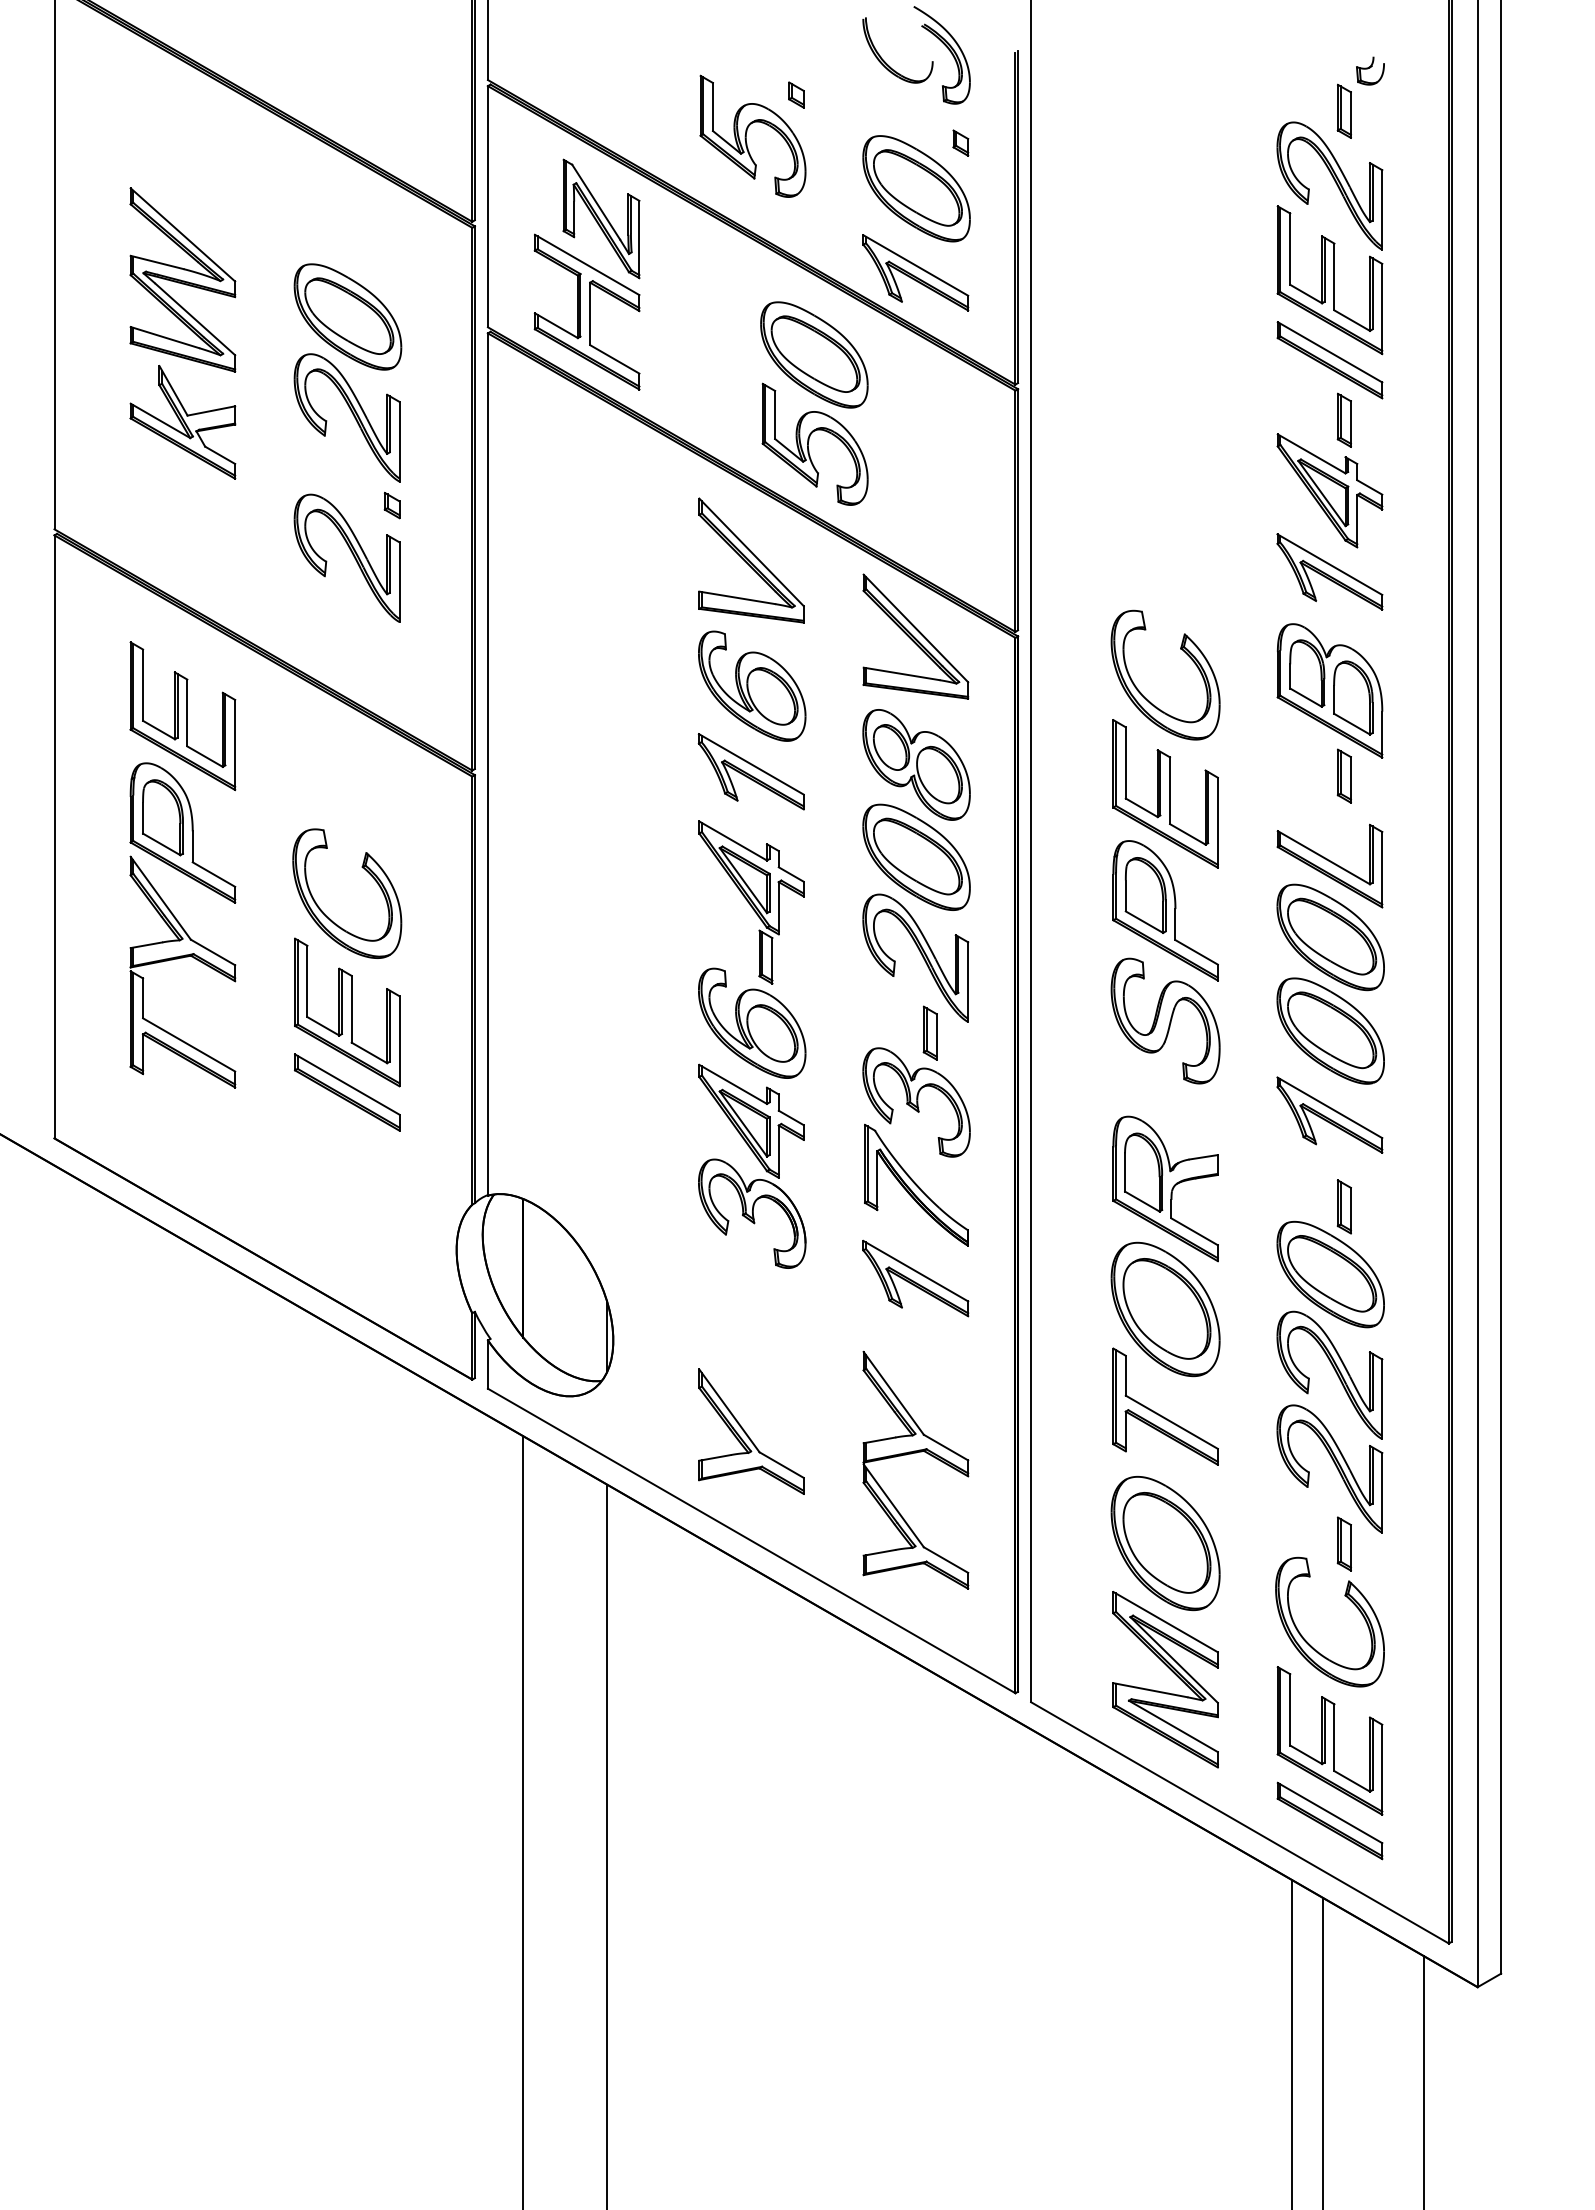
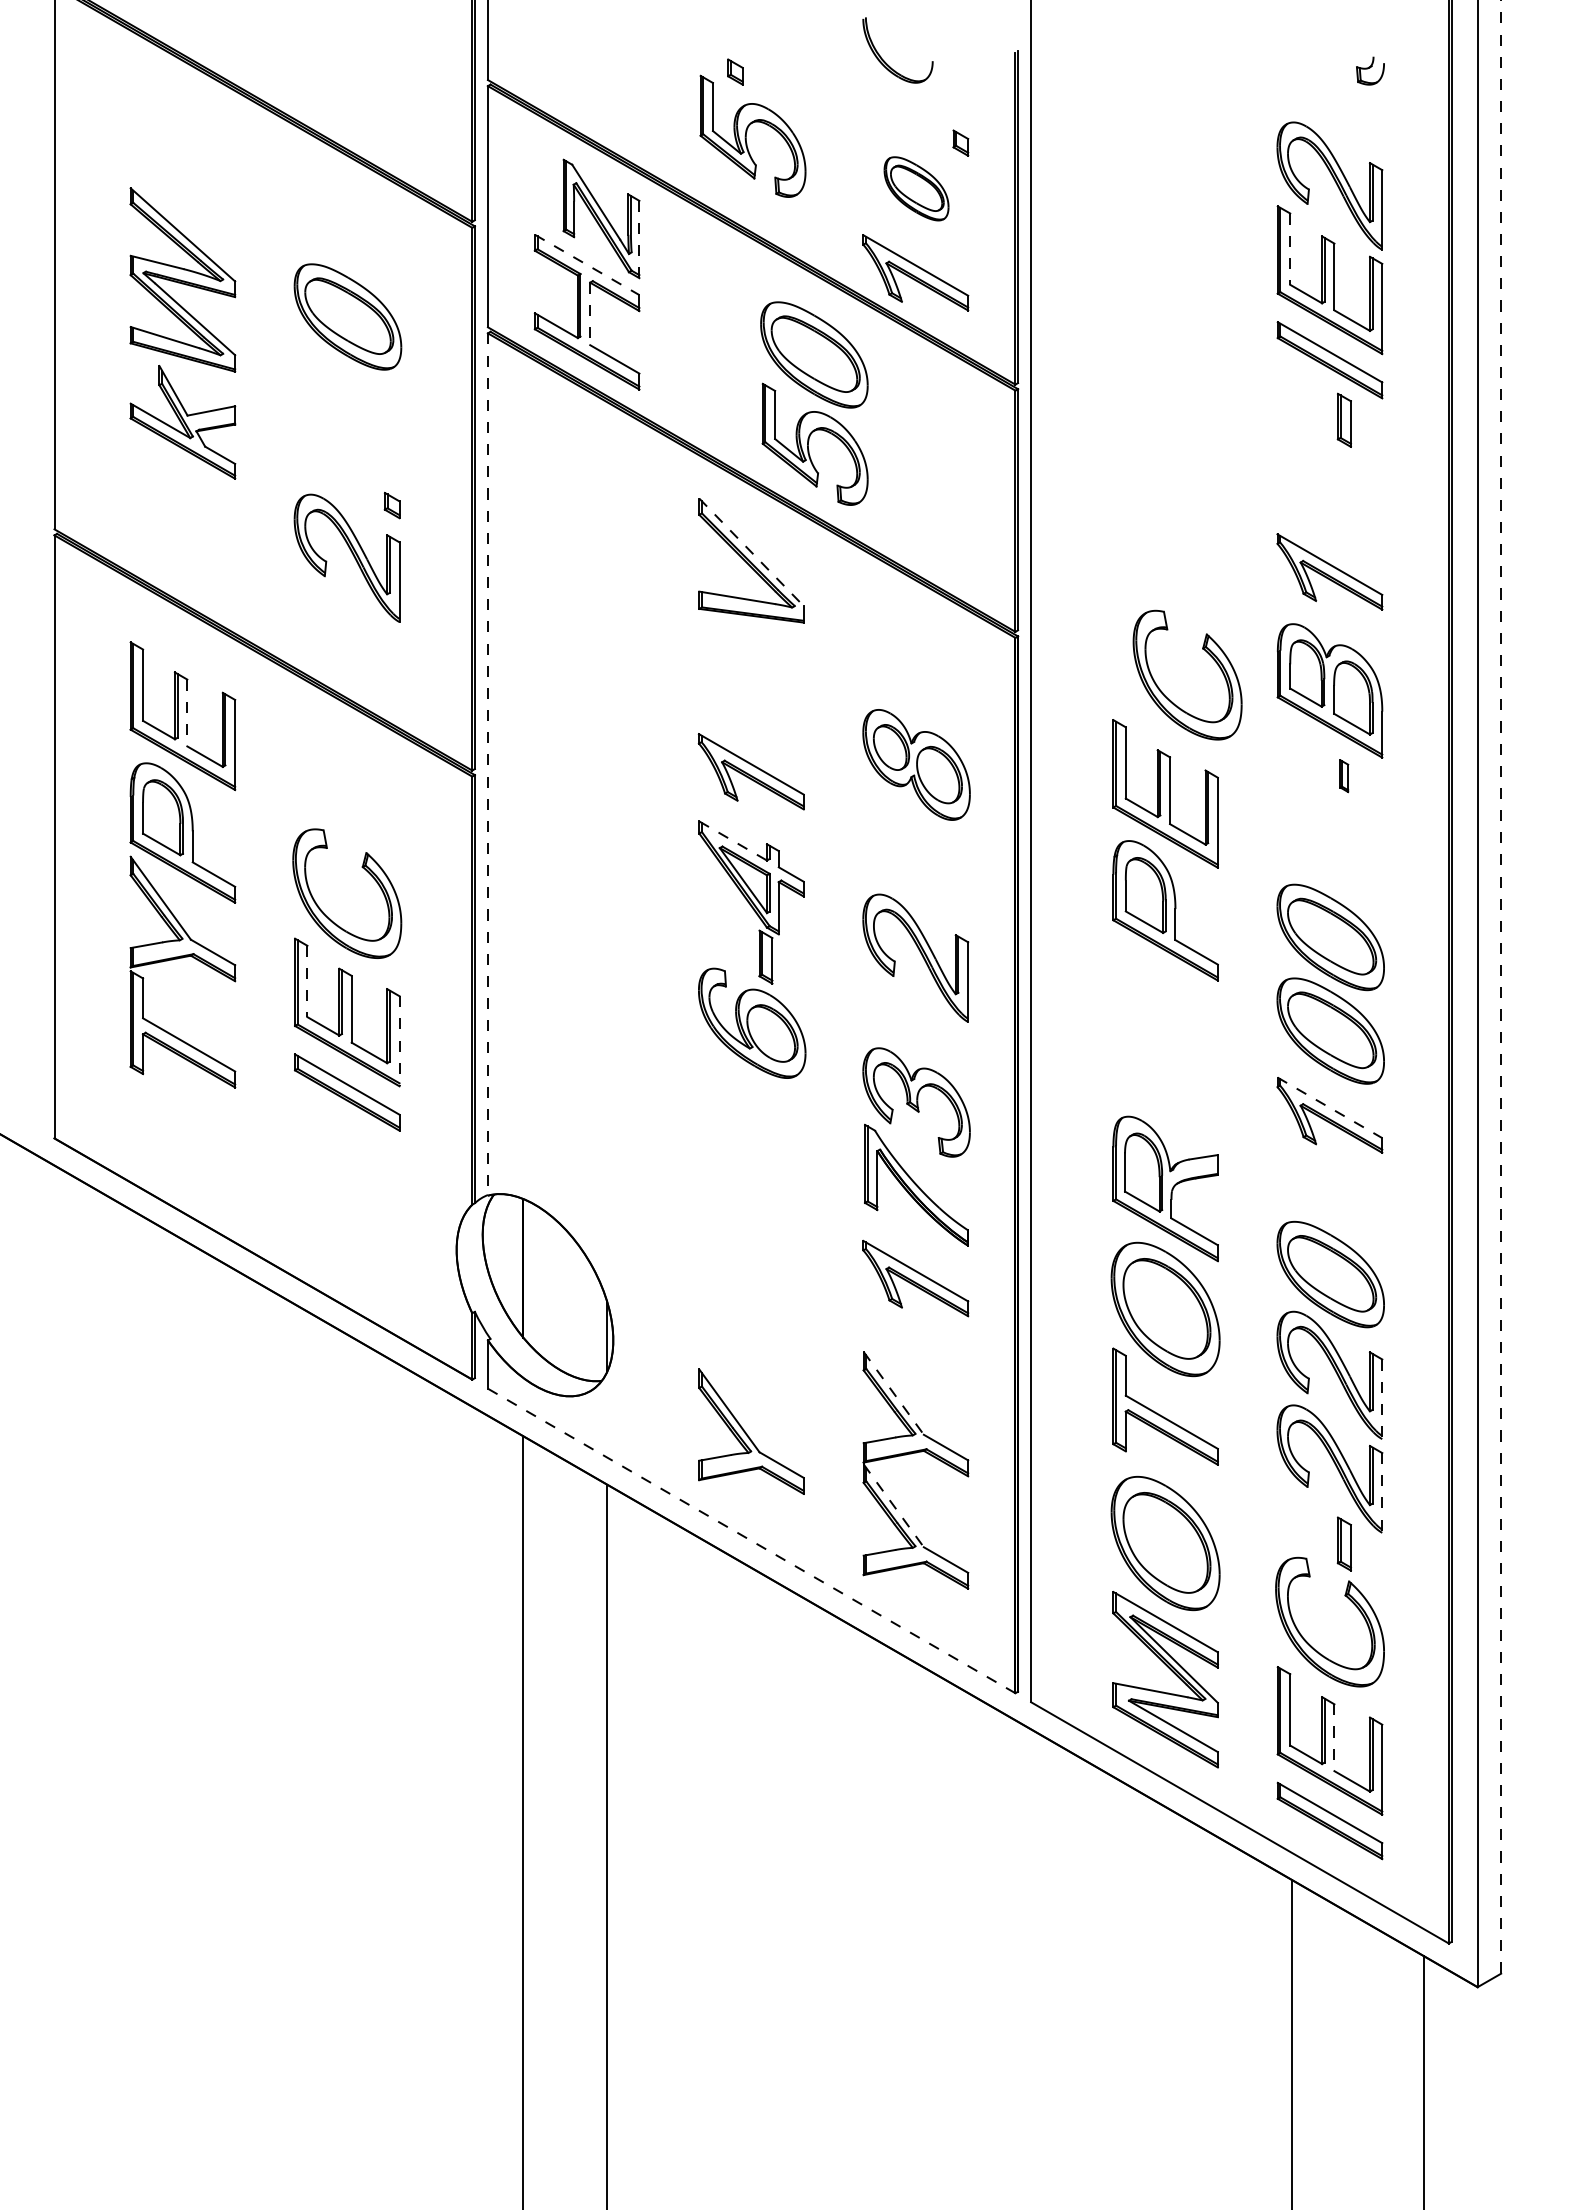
part at (948, 50): present -> none
part at (796, 94) position: (796, 94) -> (735, 71)
part at (1343, 110): present -> none
part at (916, 188) size: 109x108 px -> 67x66 px
line at (639, 239): solid -> dashed
line at (1290, 249): solid -> dashed
line at (587, 265): solid -> dashed
line at (590, 314): solid -> dashed
part at (352, 414): present -> none
part at (1329, 490): present -> none
line at (751, 552): solid -> dashed
part at (915, 636): present -> none
part at (1185, 653) position: (1185, 653) -> (1207, 653)
part at (752, 685): present -> none
line at (187, 713): solid -> dashed
line at (487, 765): solid -> dashed
part at (1343, 775) size: 16x56 px -> 11x35 px
line at (733, 841): solid -> dashed
part at (916, 856): present -> none
part at (1329, 865): present -> none
line at (307, 981): solid -> dashed
line at (1501, 987): solid -> dashed
part at (1165, 1020): present -> none
part at (929, 1032): present -> none
line at (399, 1041): solid -> dashed
line at (1329, 1107): solid -> dashed
part at (759, 1162): present -> none
part at (1343, 1206): present -> none
line at (894, 1393): solid -> dashed
line at (1382, 1399): solid -> dashed
line at (1382, 1492): solid -> dashed
line at (894, 1506): solid -> dashed
line at (751, 1540): solid -> dashed
line at (1334, 1738): solid -> dashed
line at (1322, 2051): present -> none
